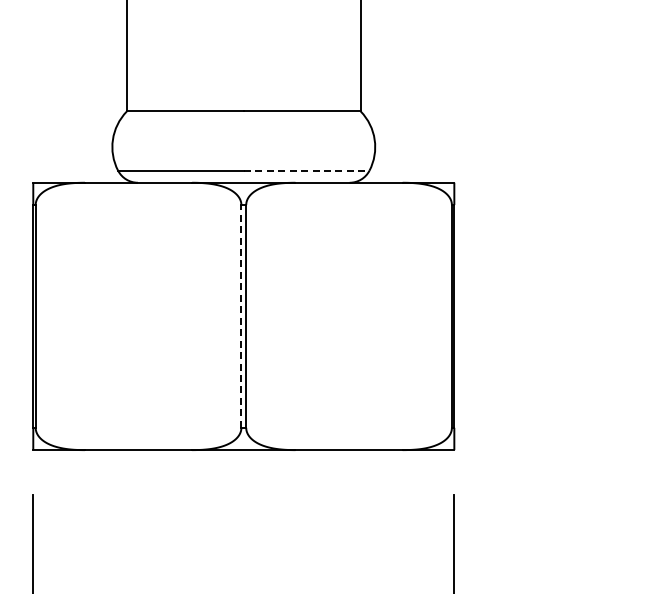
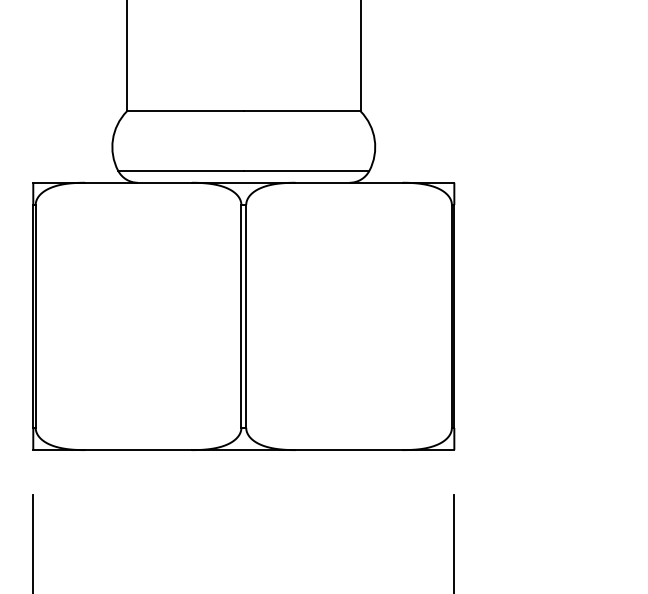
line at (306, 170): dashed -> solid
line at (241, 315): dashed -> solid
